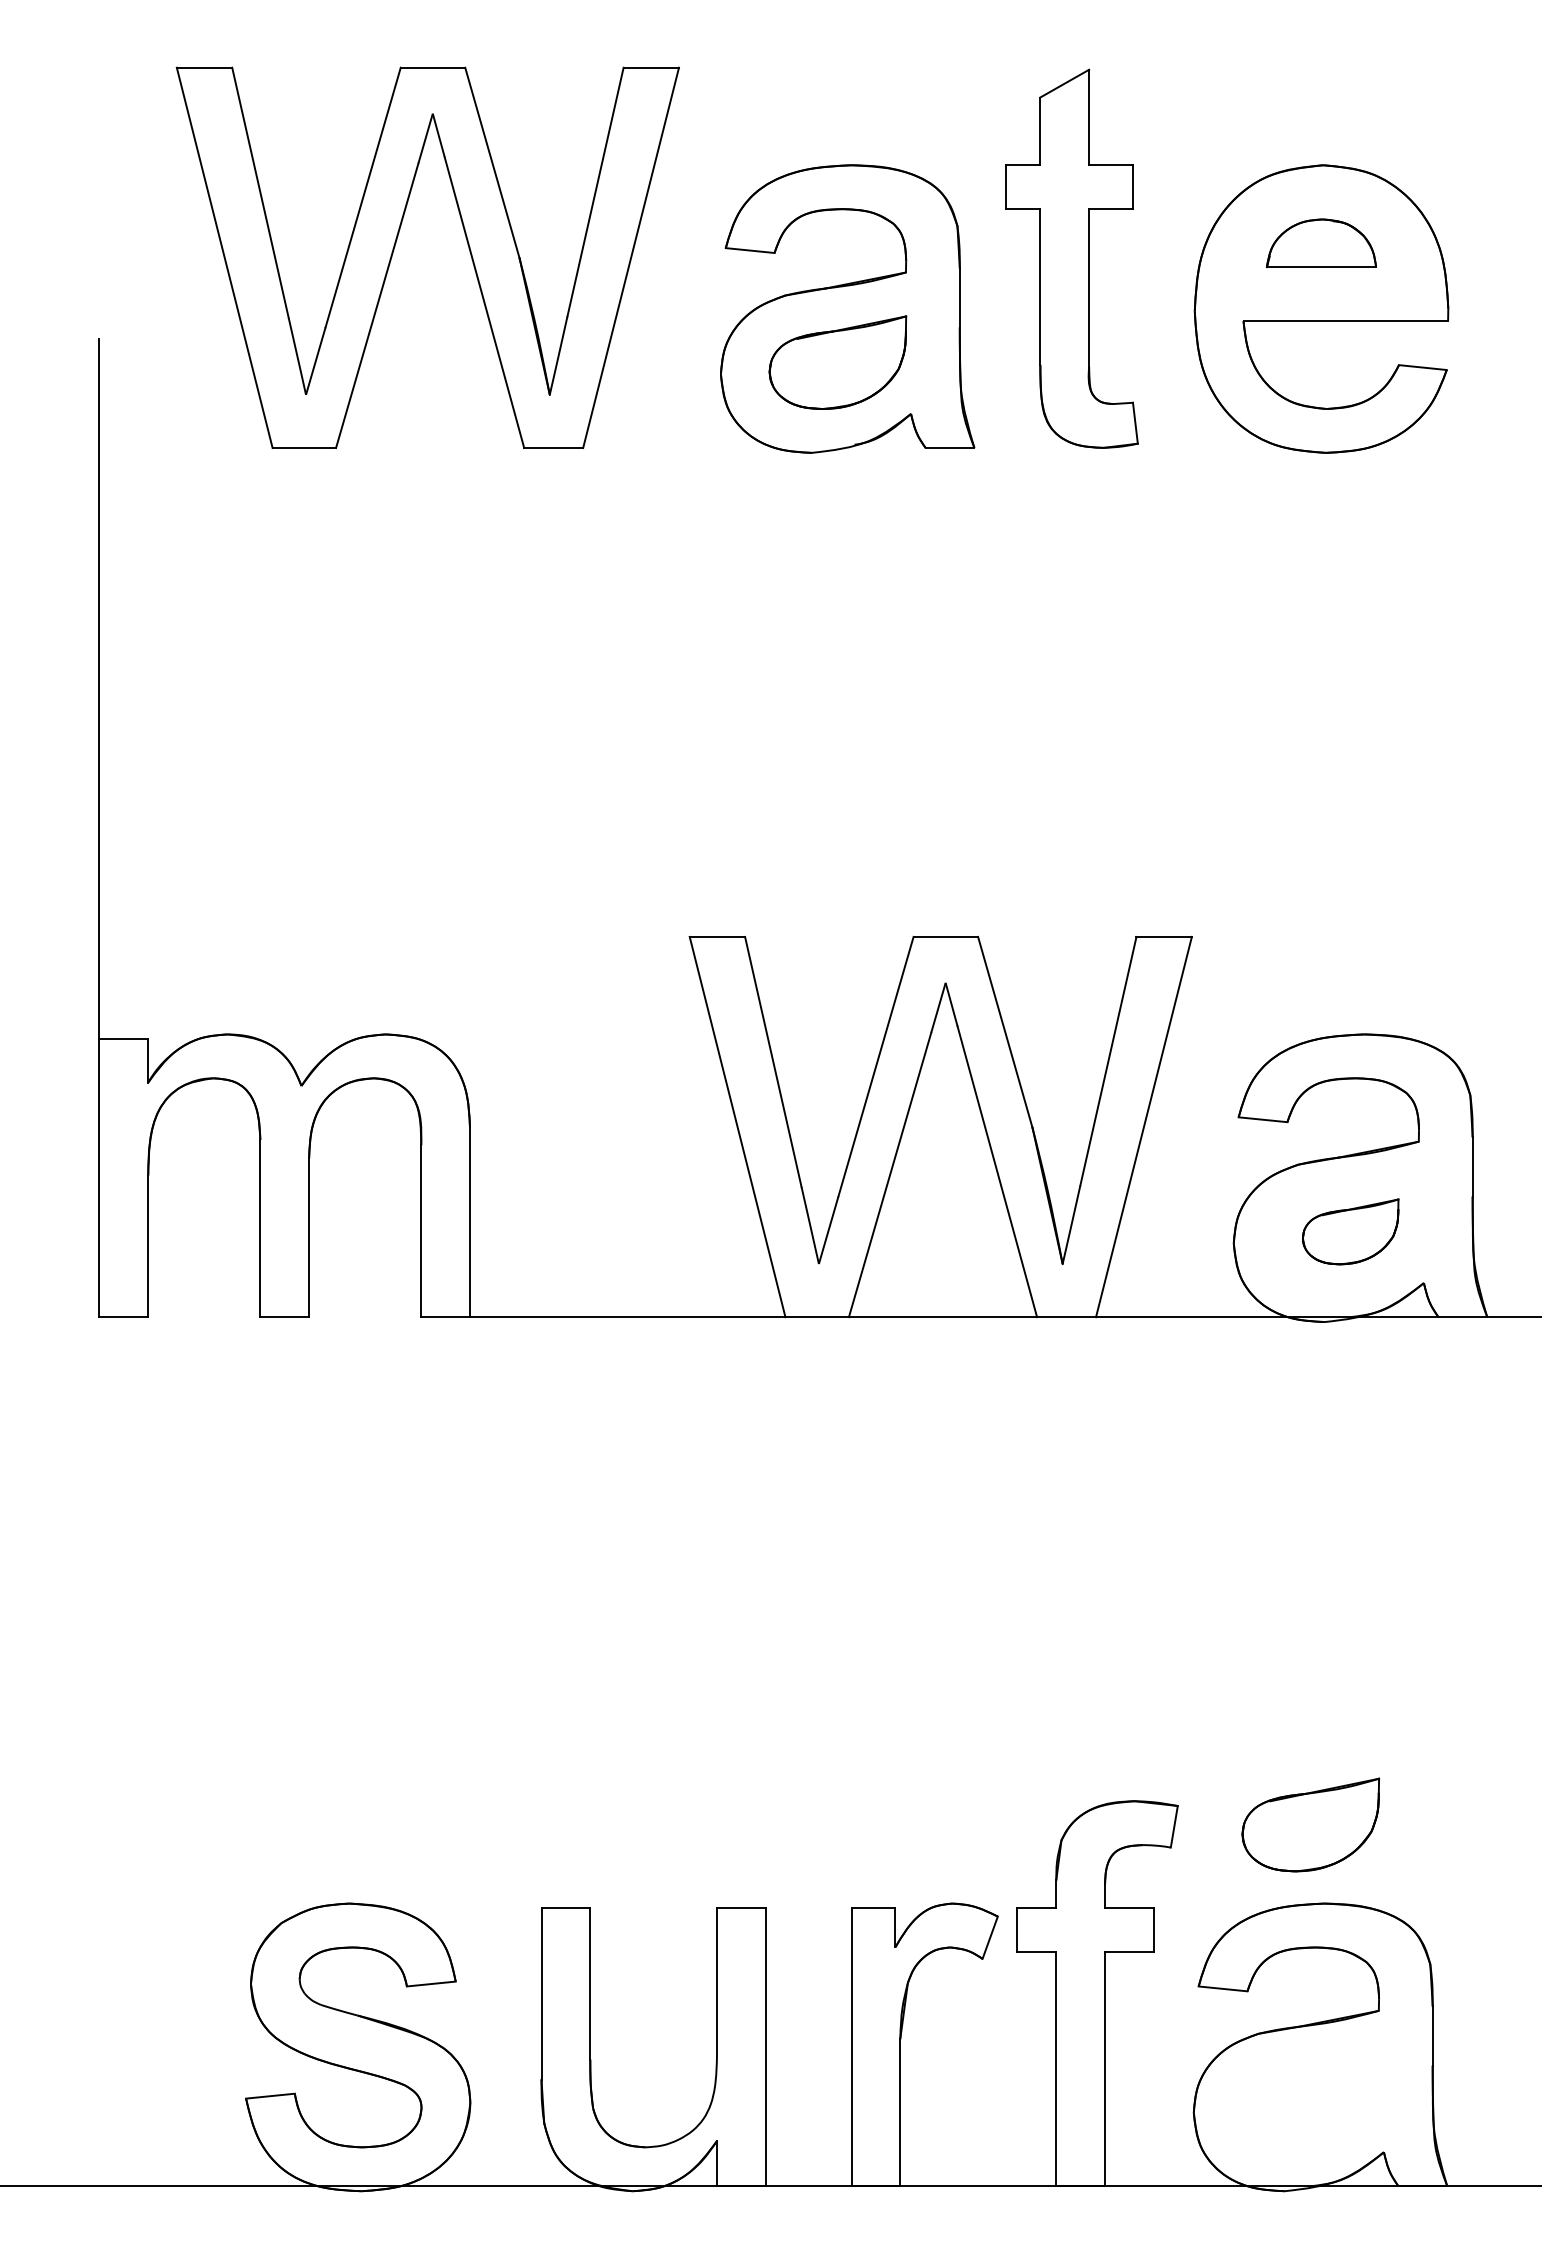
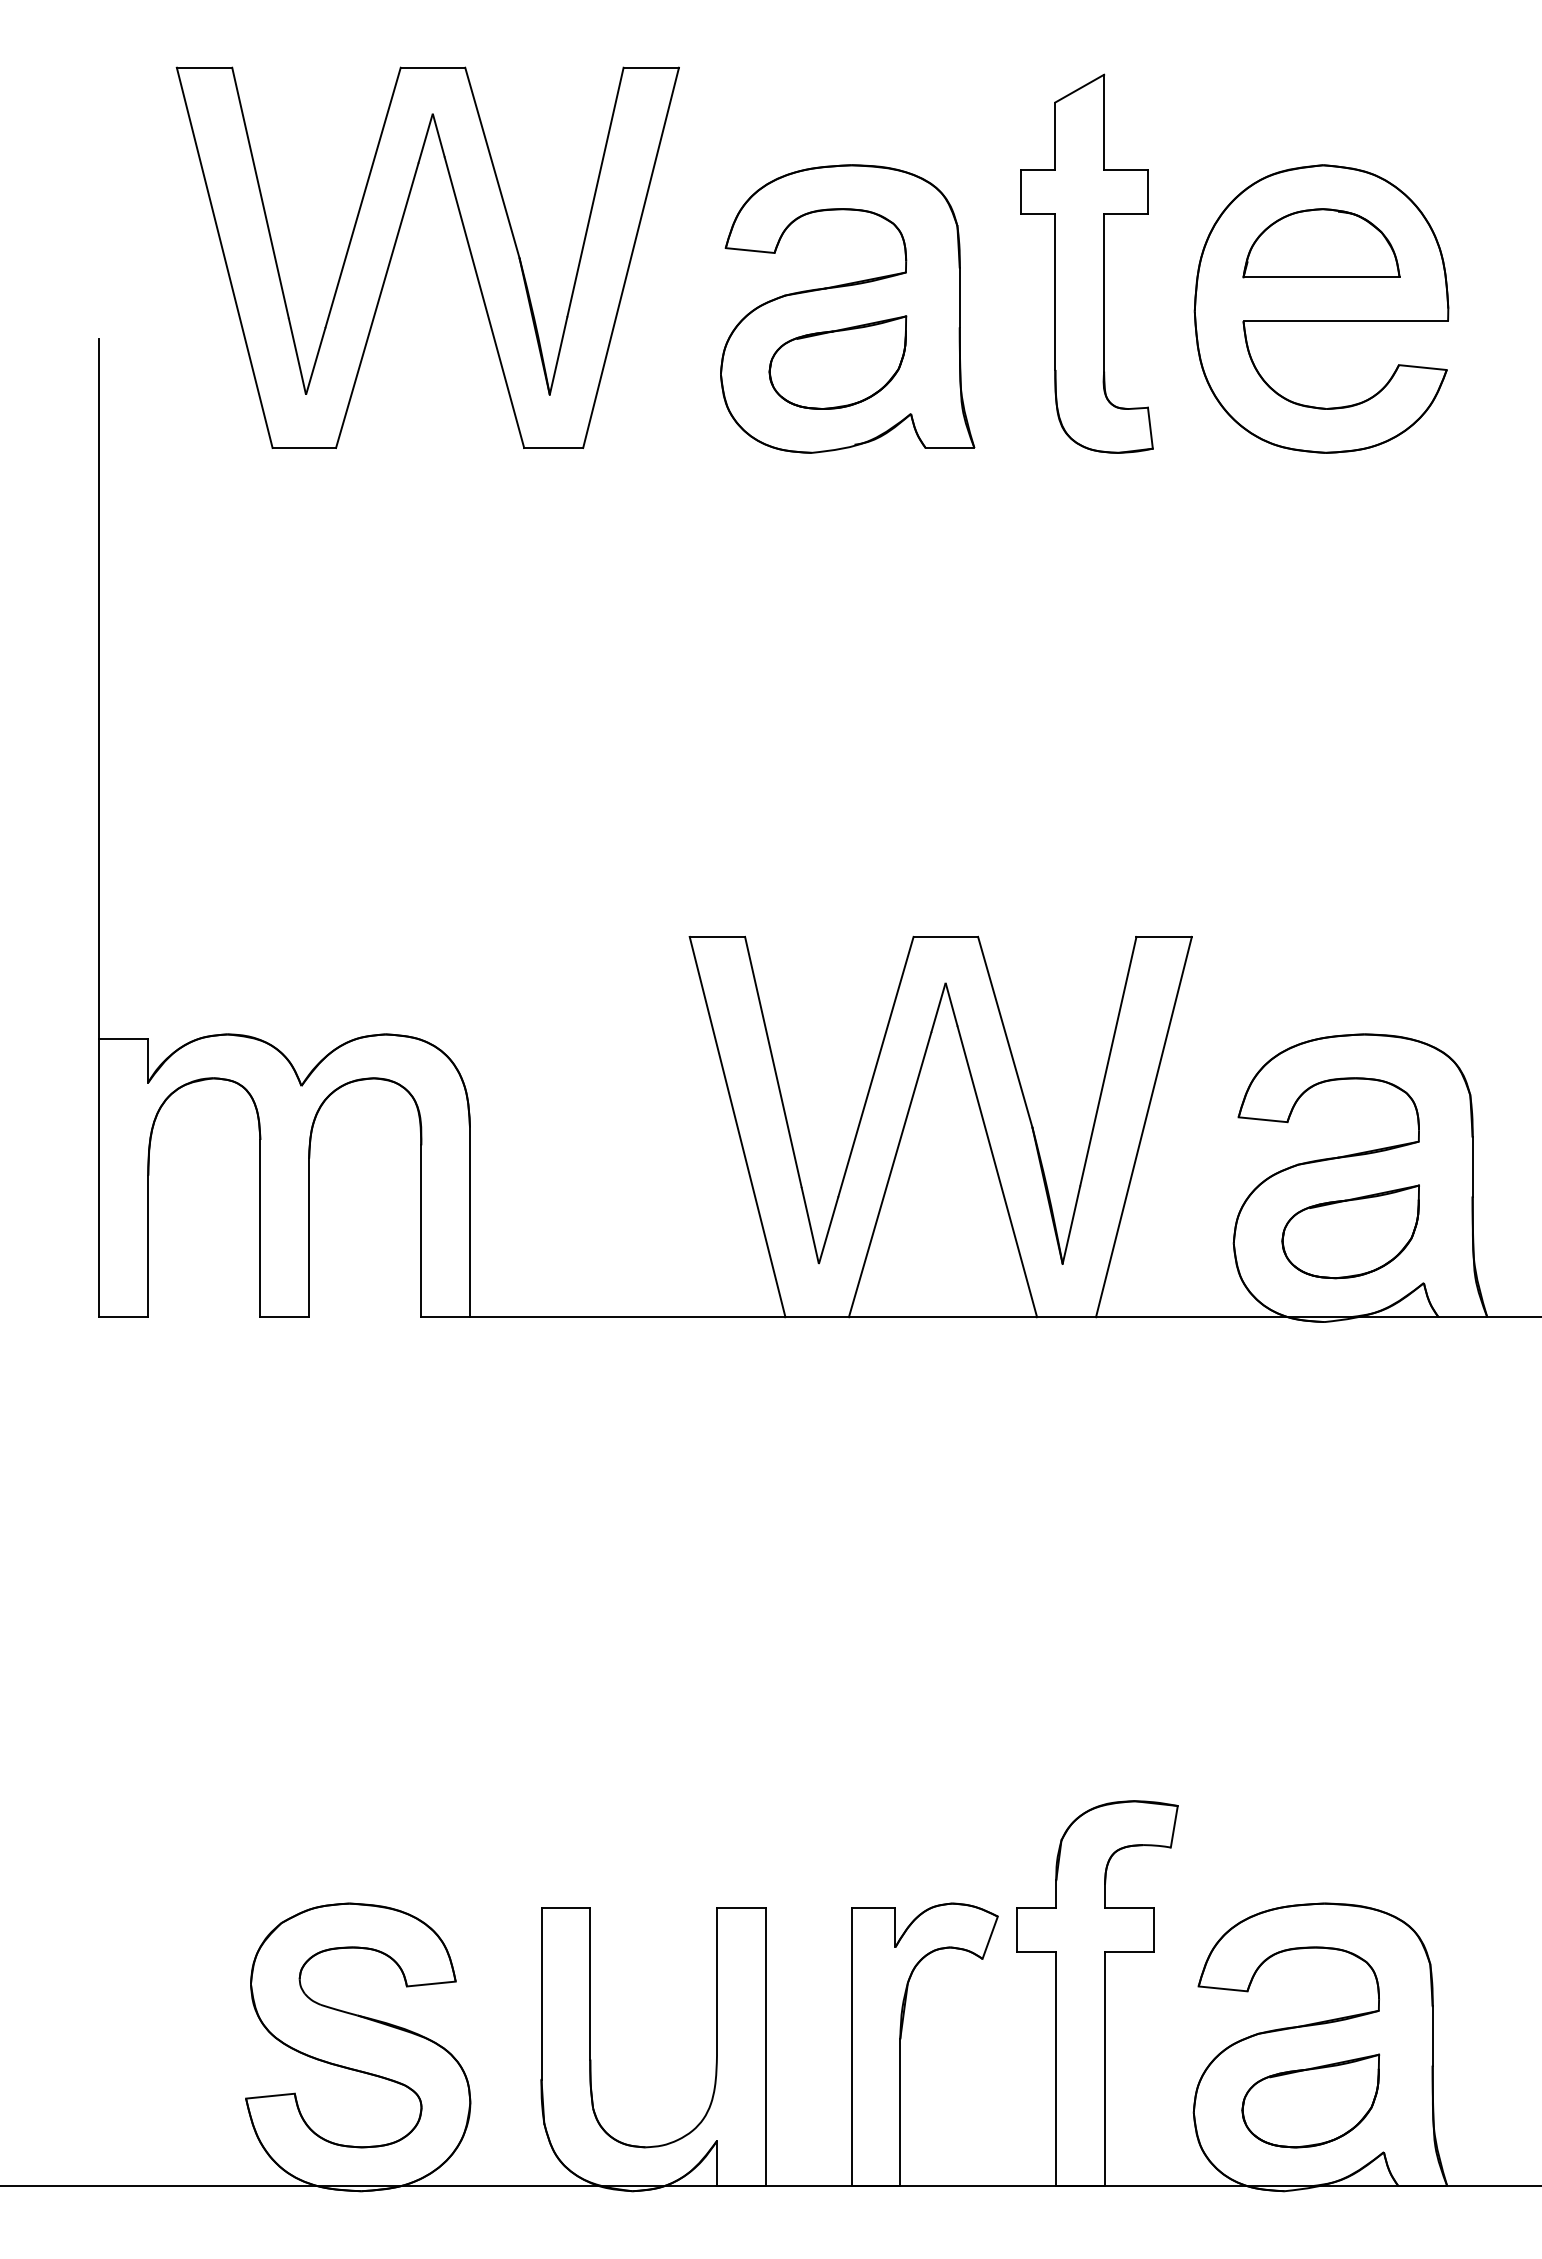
part at (1320, 243) size: 112x51 px -> 159x71 px
part at (1071, 258) position: (1071, 258) -> (1086, 263)
part at (1350, 1231) size: 98x68 px -> 139x96 px
part at (1310, 1824) position: (1310, 1824) -> (1310, 2100)
